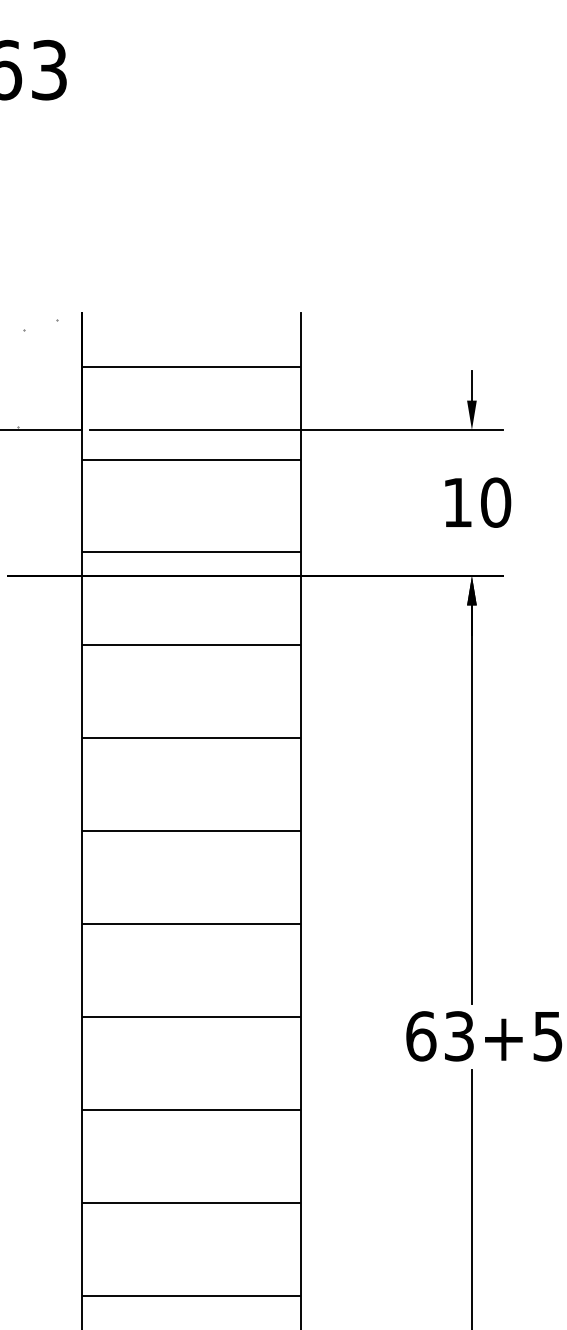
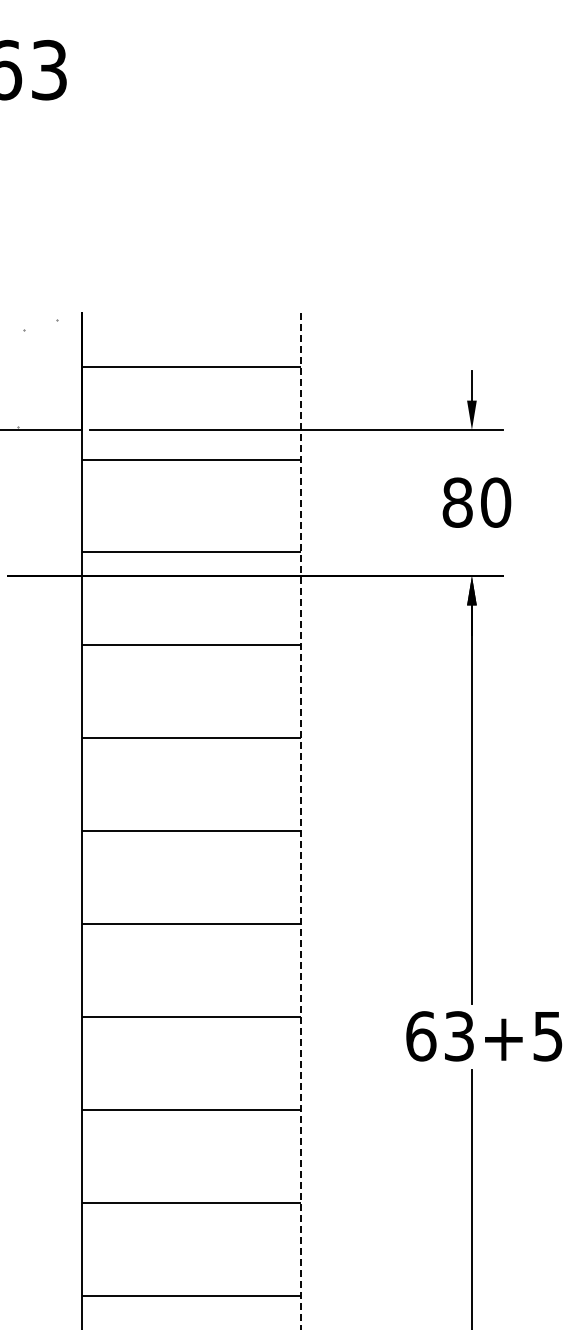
text at (457, 502): 10 -> 80
line at (301, 821): solid -> dashed
